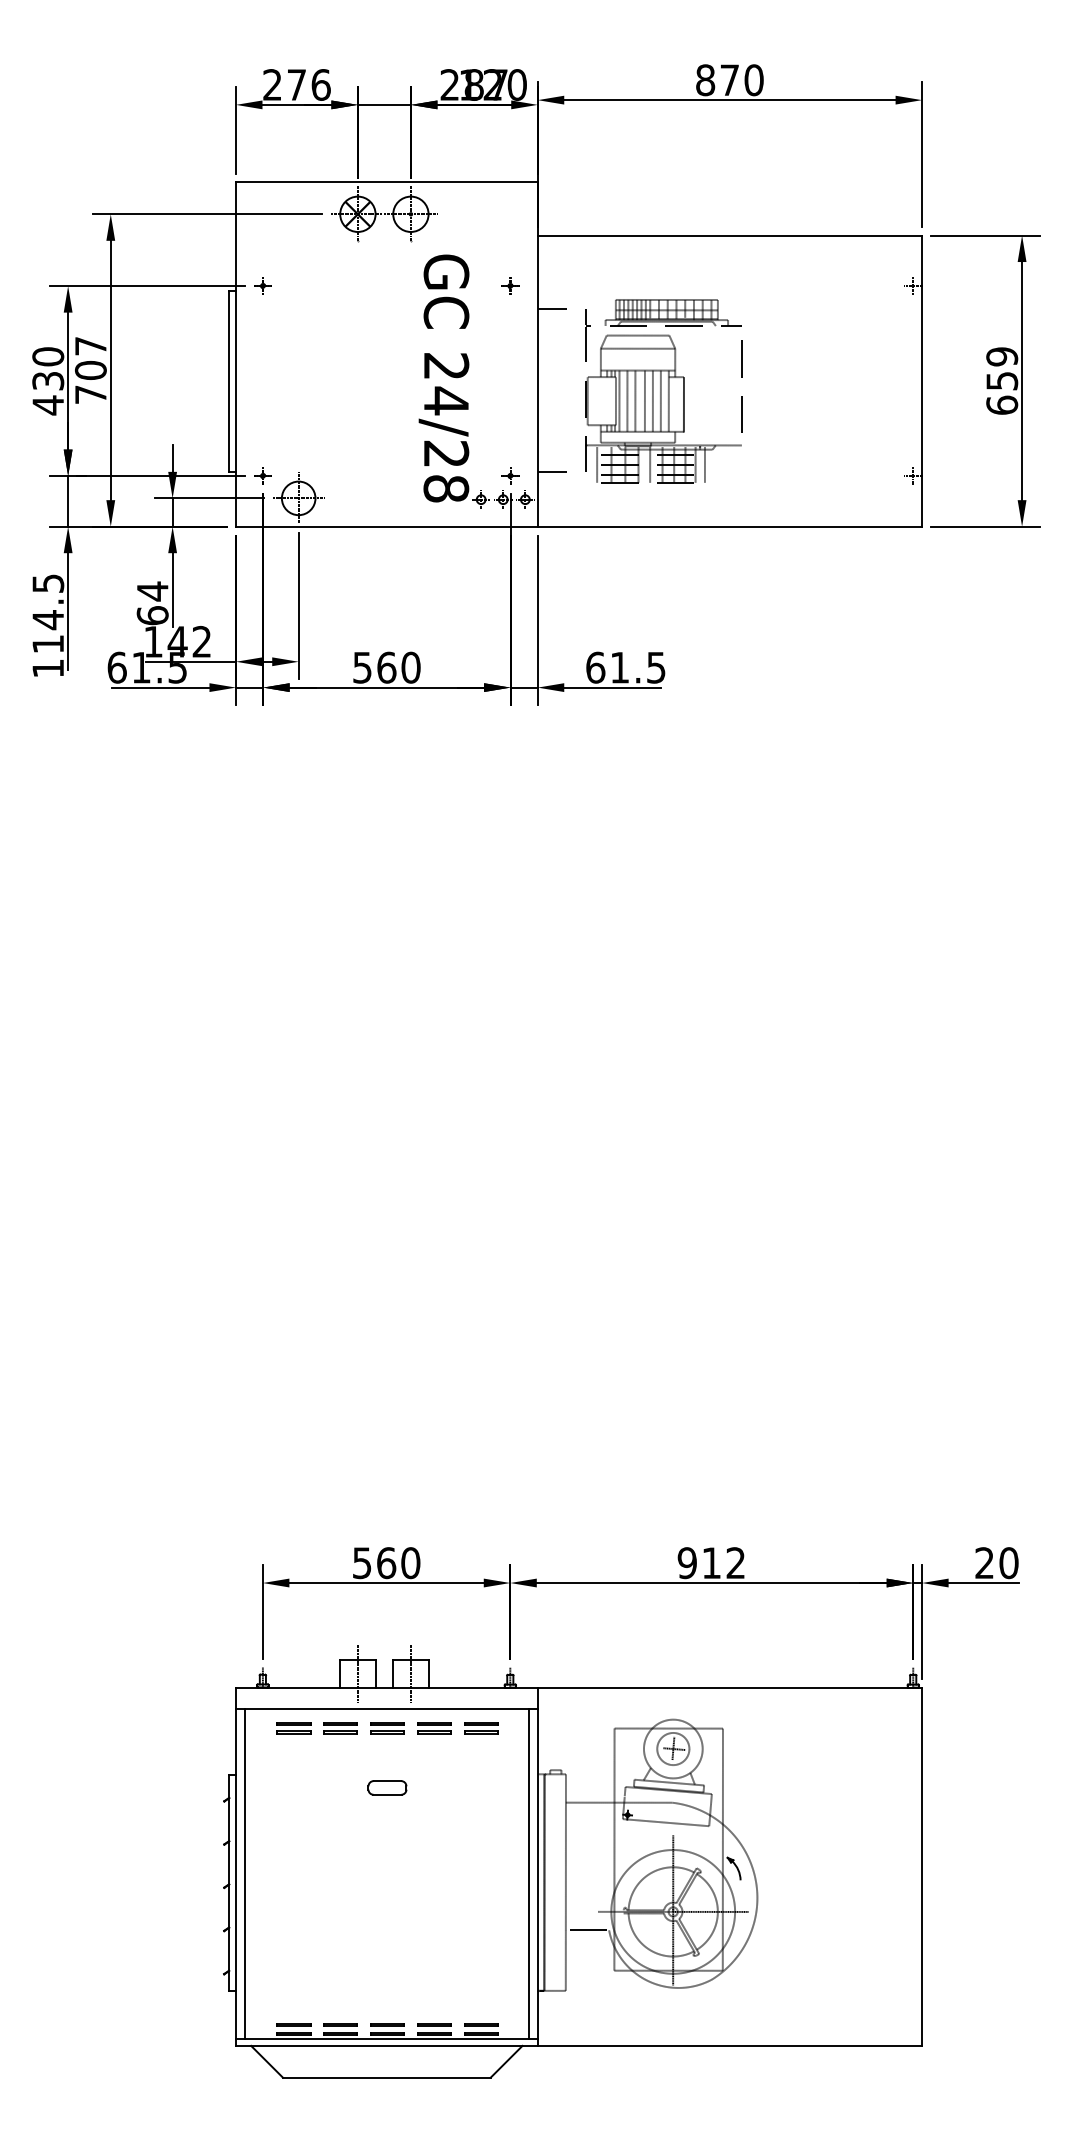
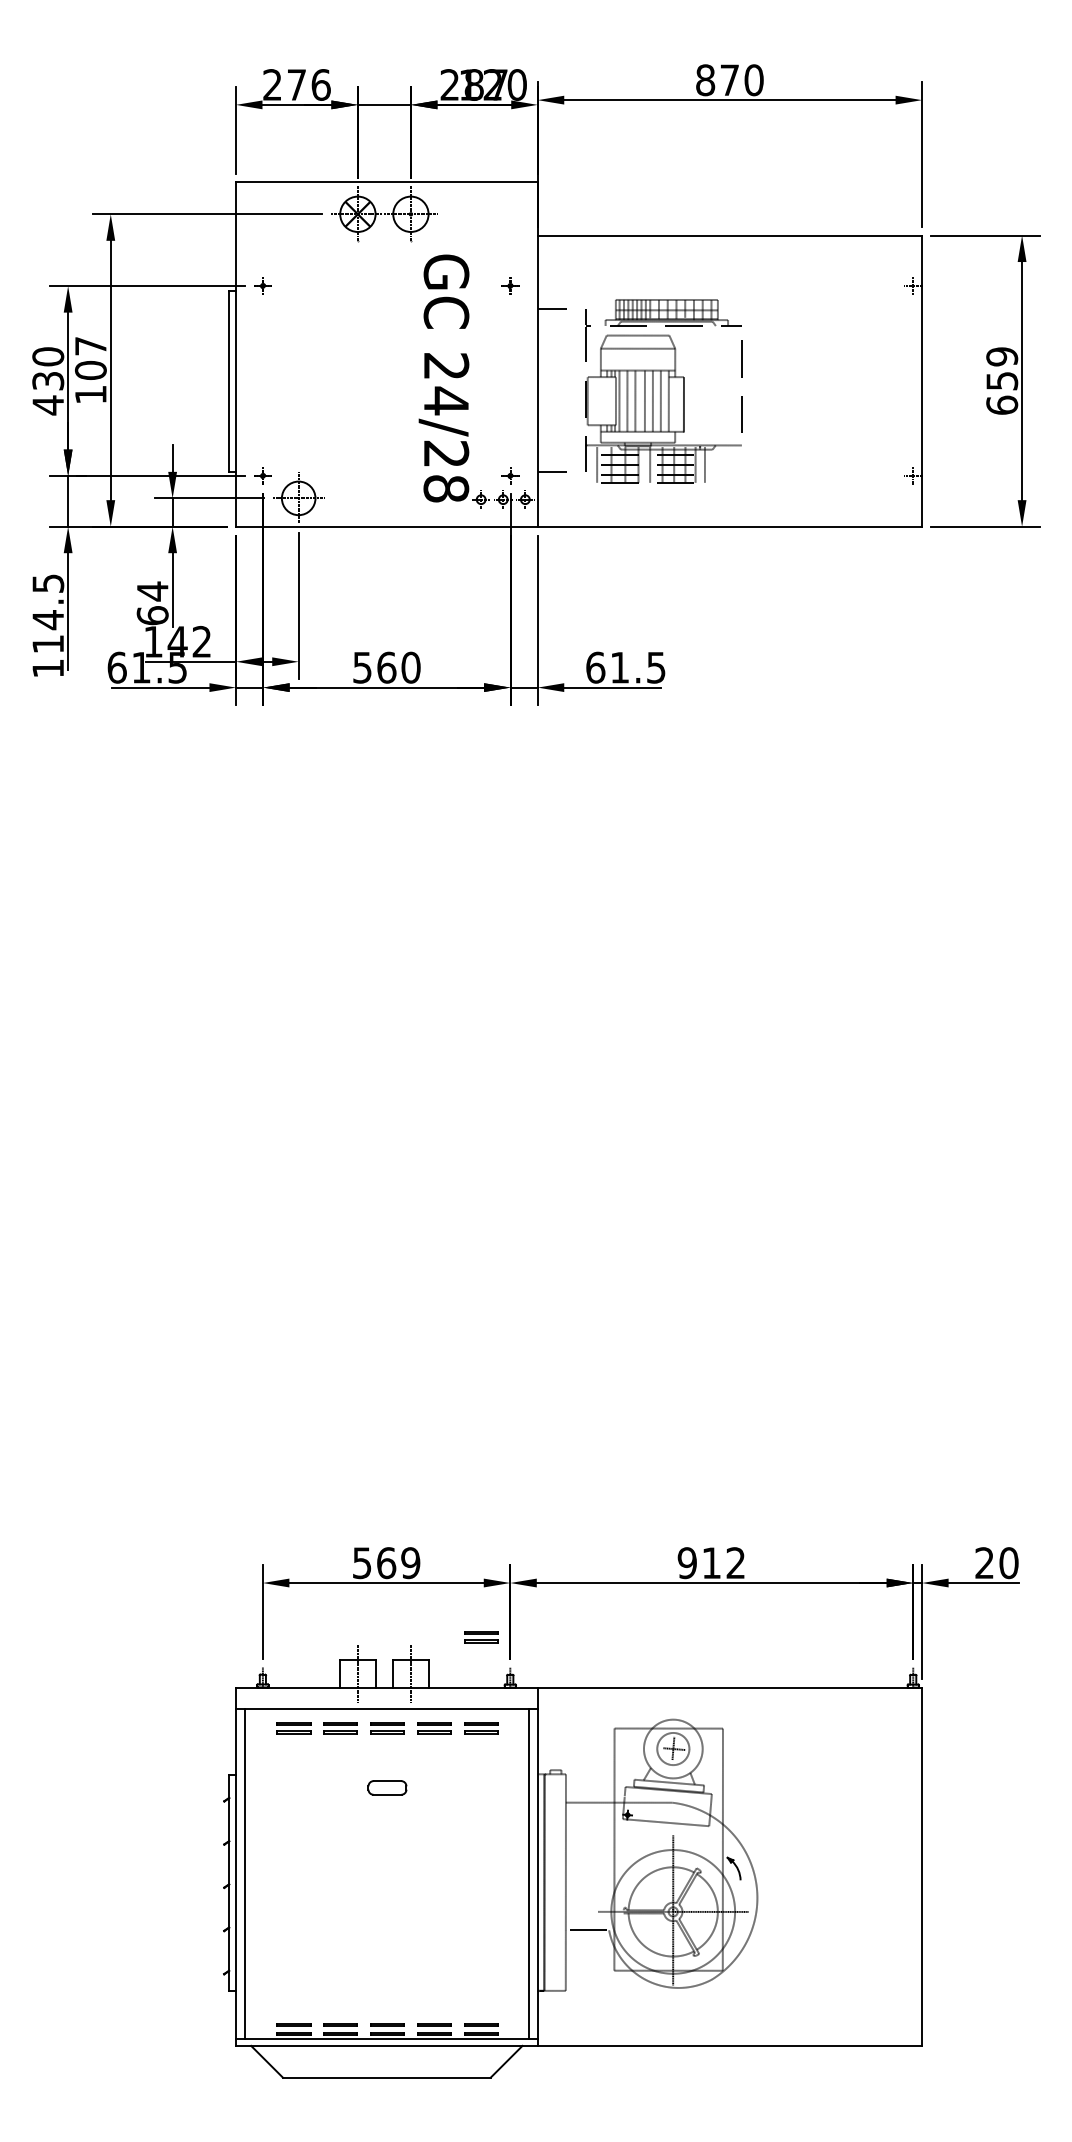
text at (90, 394): 707 -> 107
text at (410, 1563): 560 -> 569
part at (481, 1637): none -> present
